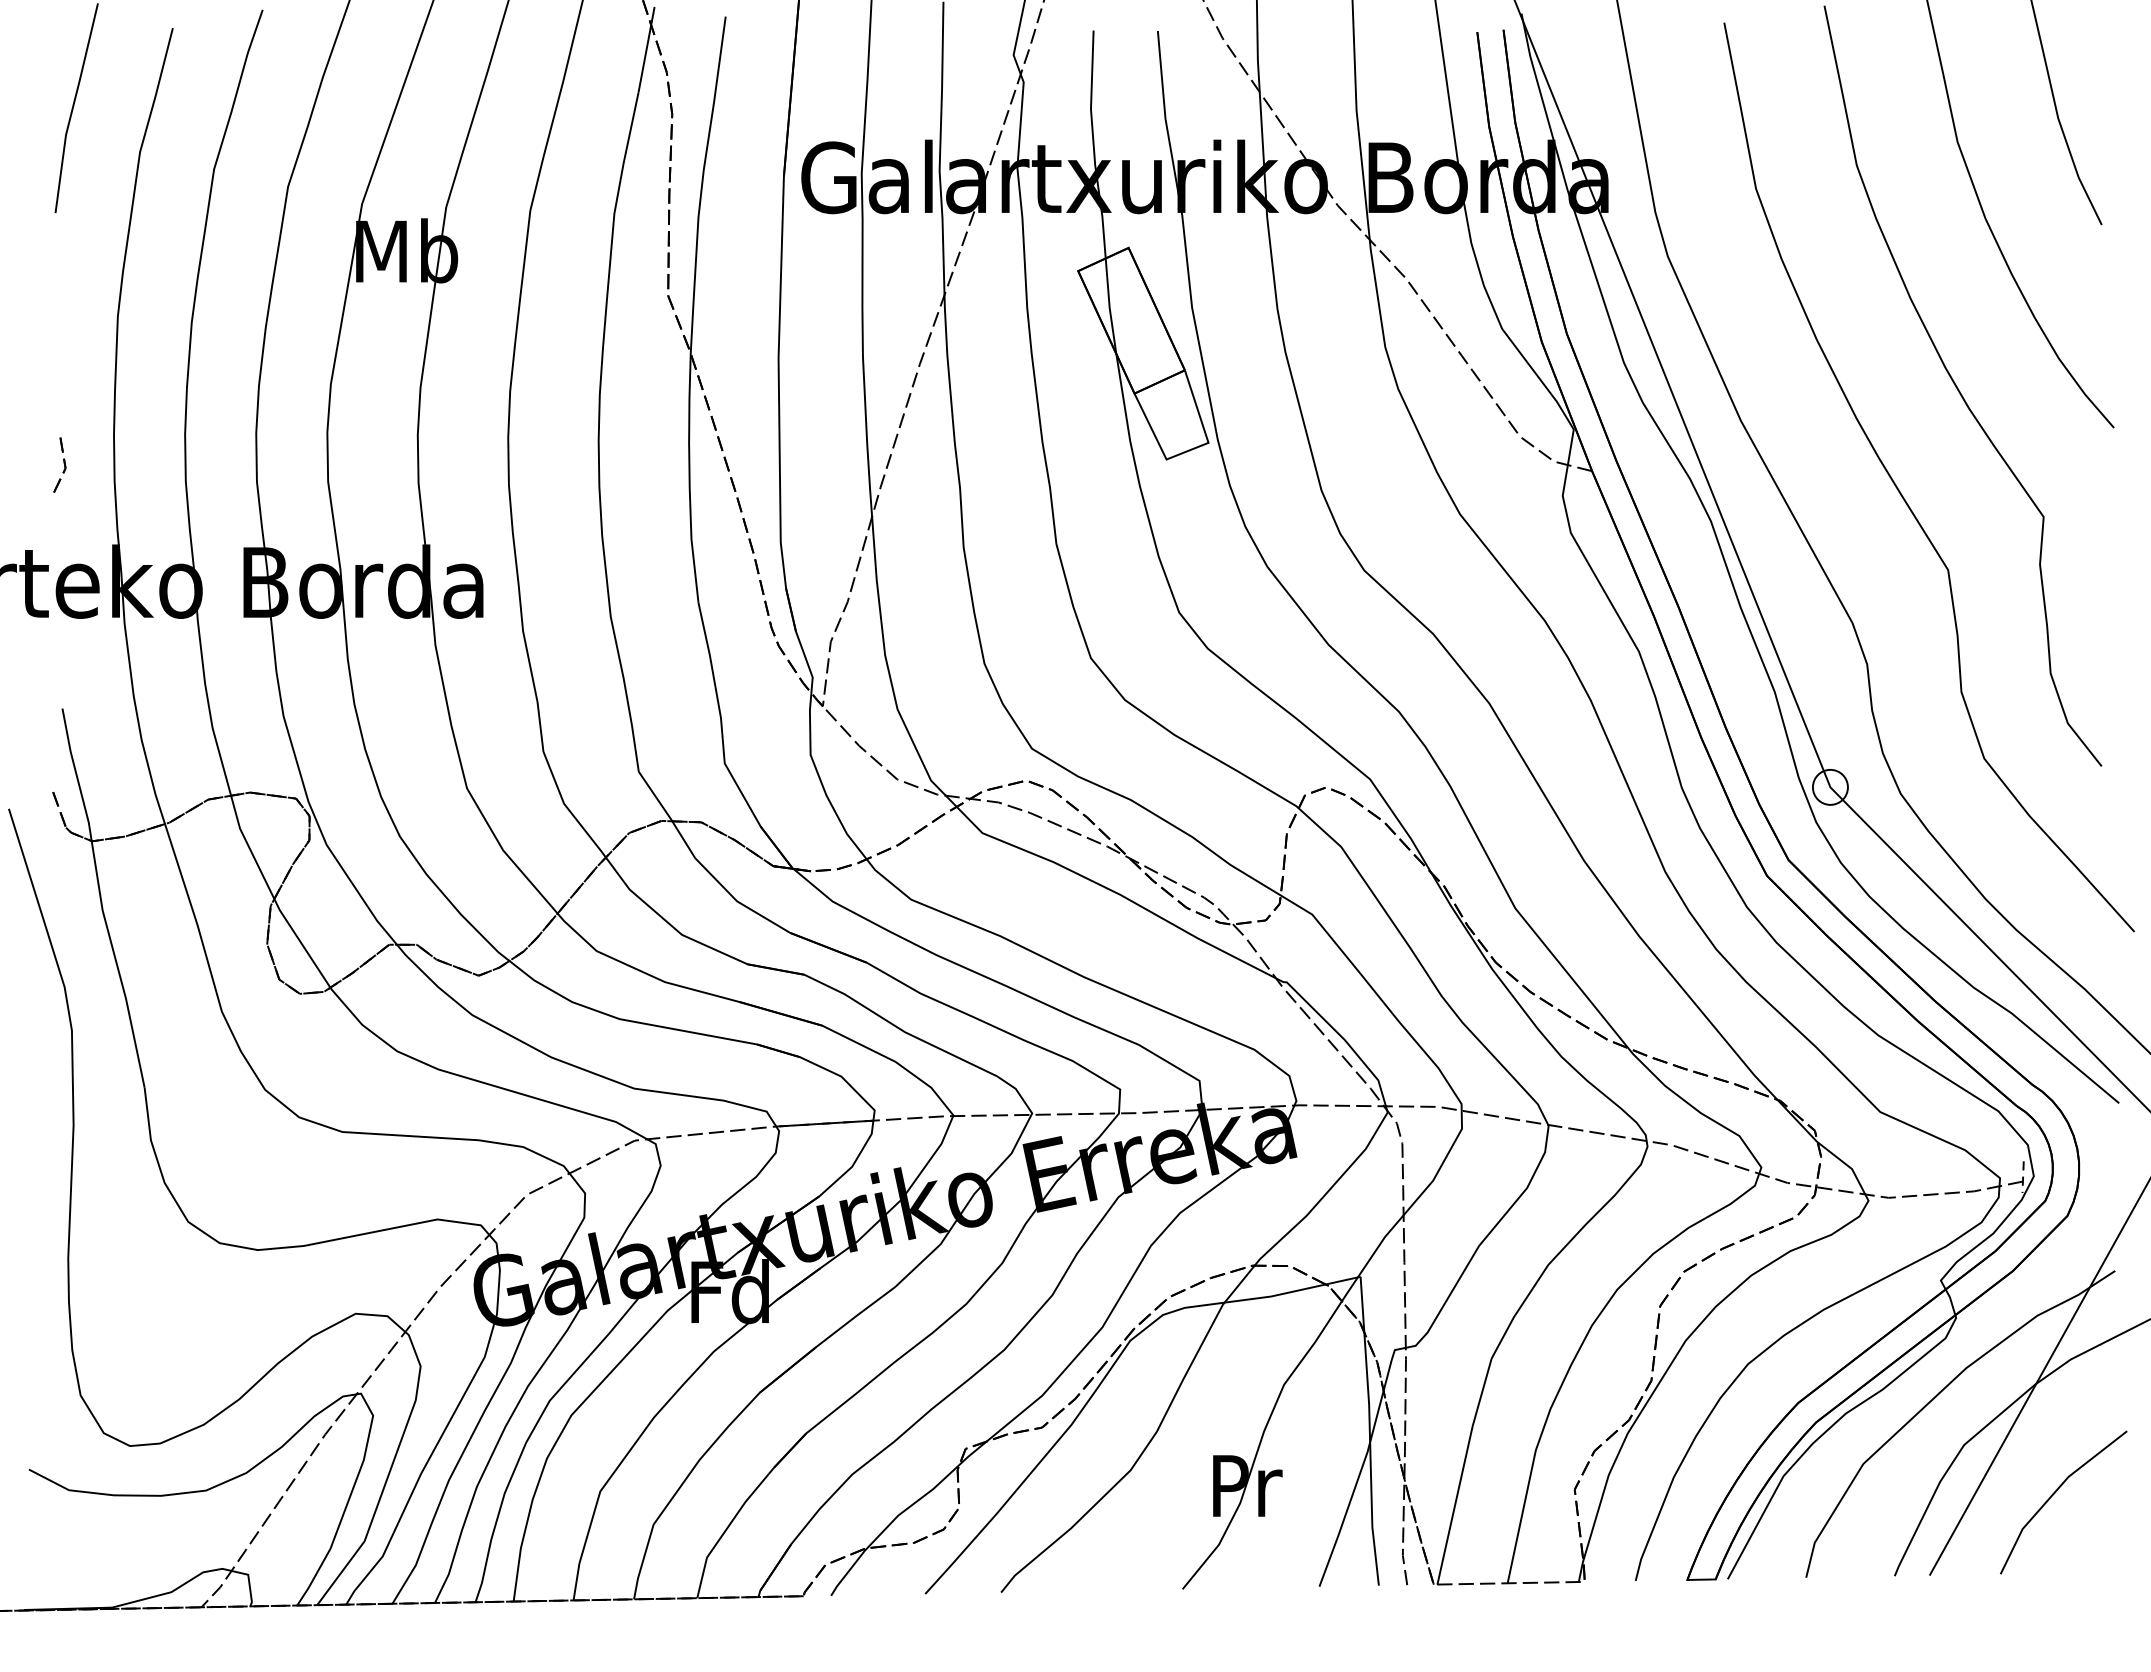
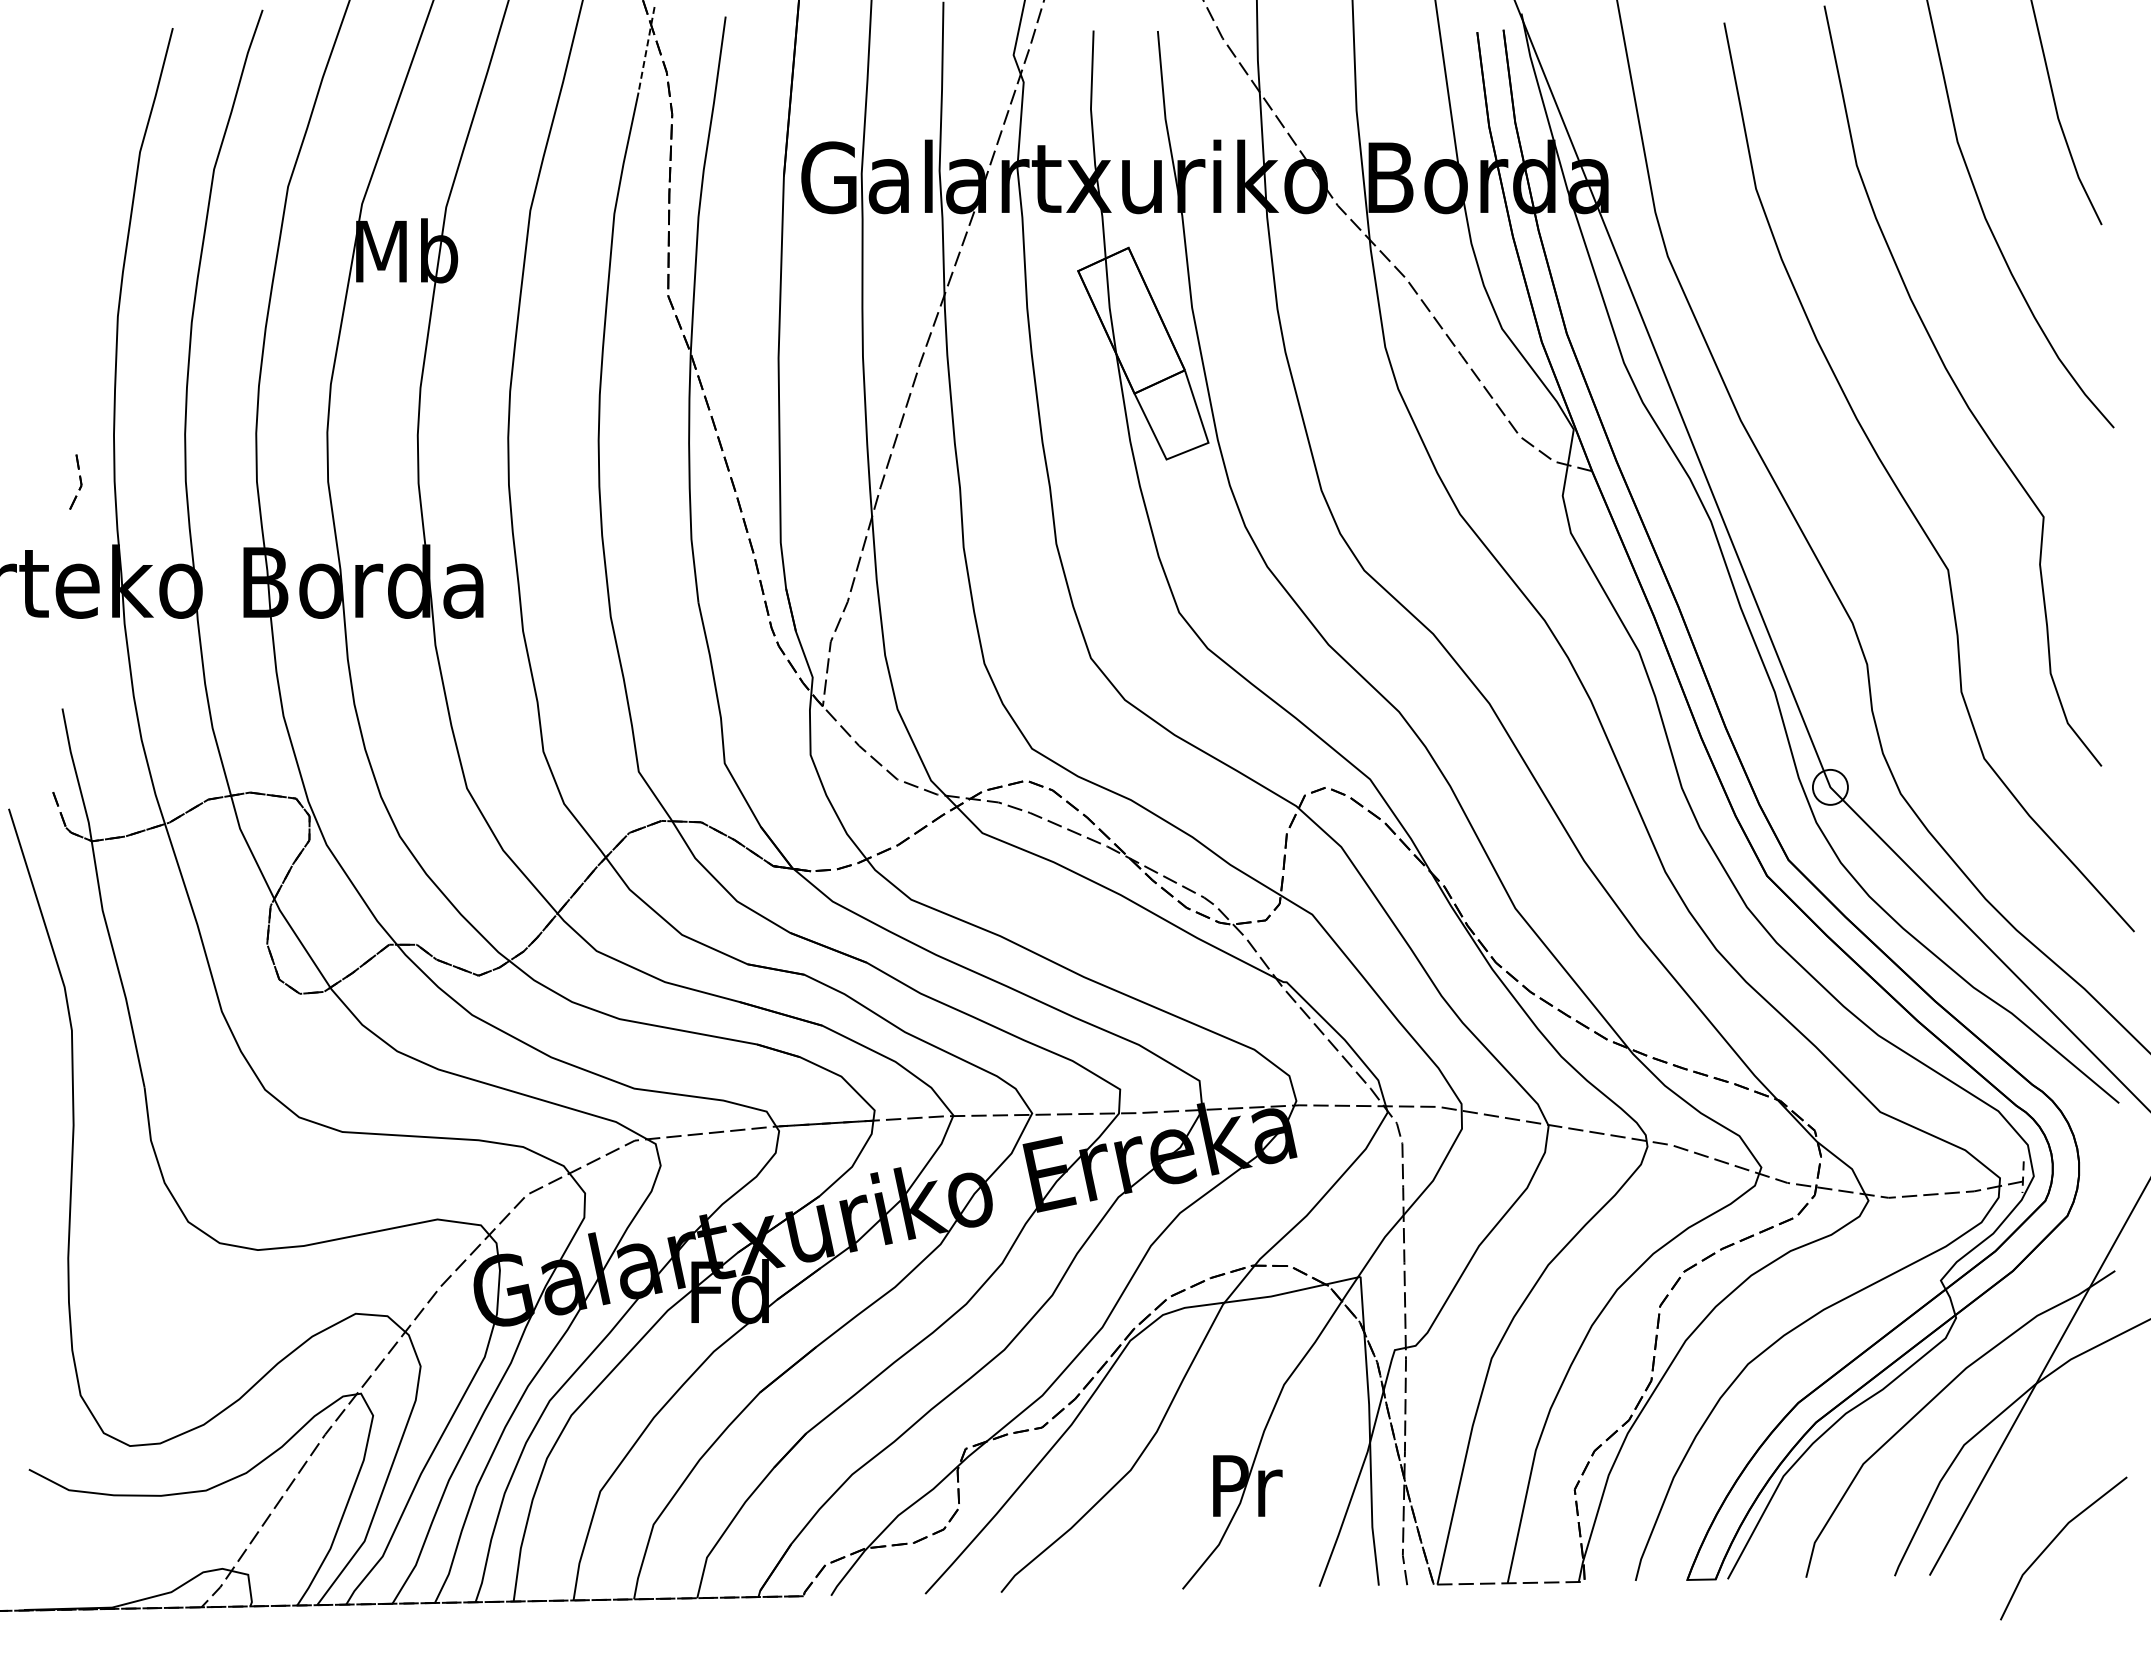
line at (646, 49): solid -> dashed
line at (74, 106): present -> none
part at (59, 464) position: (59, 464) -> (75, 481)
line at (2055, 1493) position: (2055, 1493) -> (2055, 1539)
